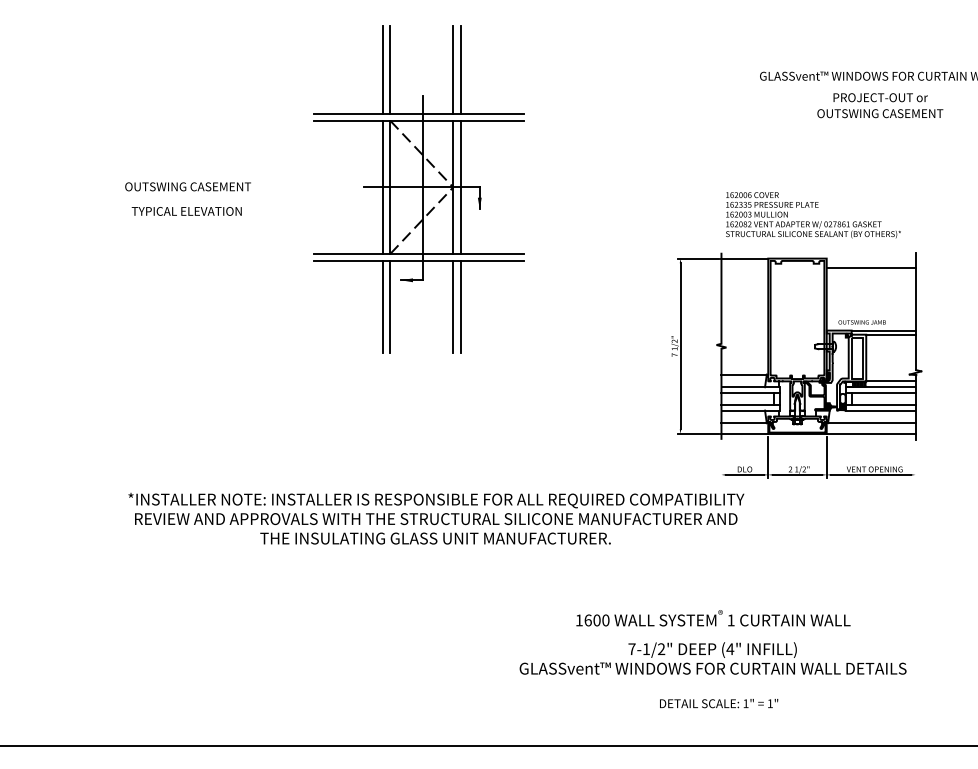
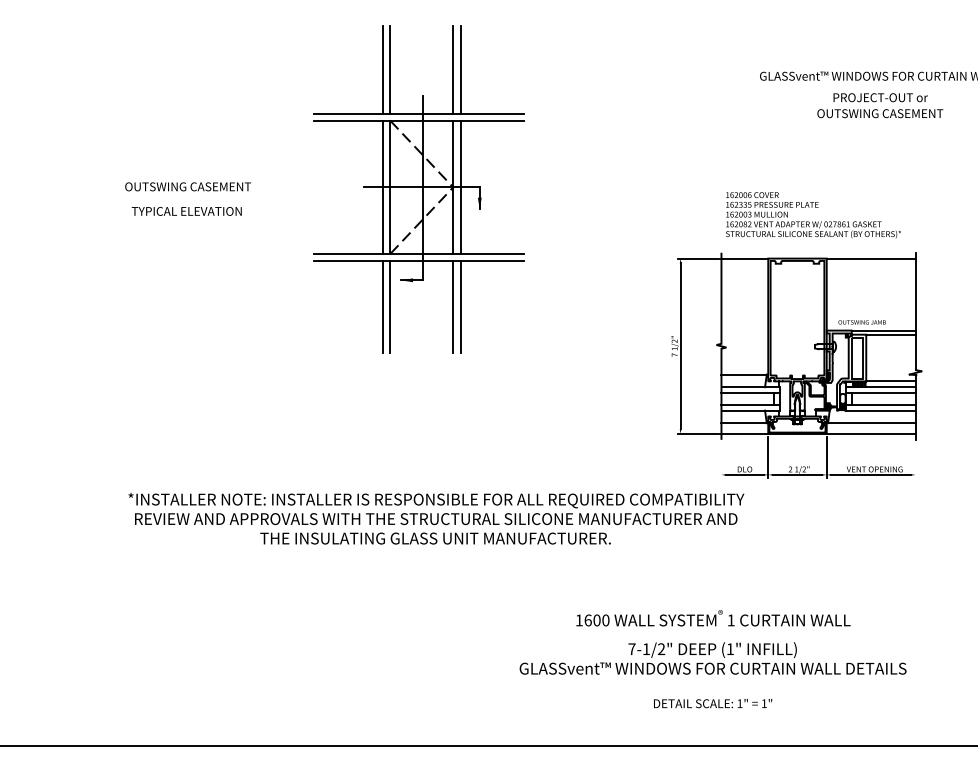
line at (871, 267) position: (871, 267) -> (871, 258)
text at (730, 648): (4" -> (1"
text at (719, 703) position: (719, 703) -> (713, 703)
